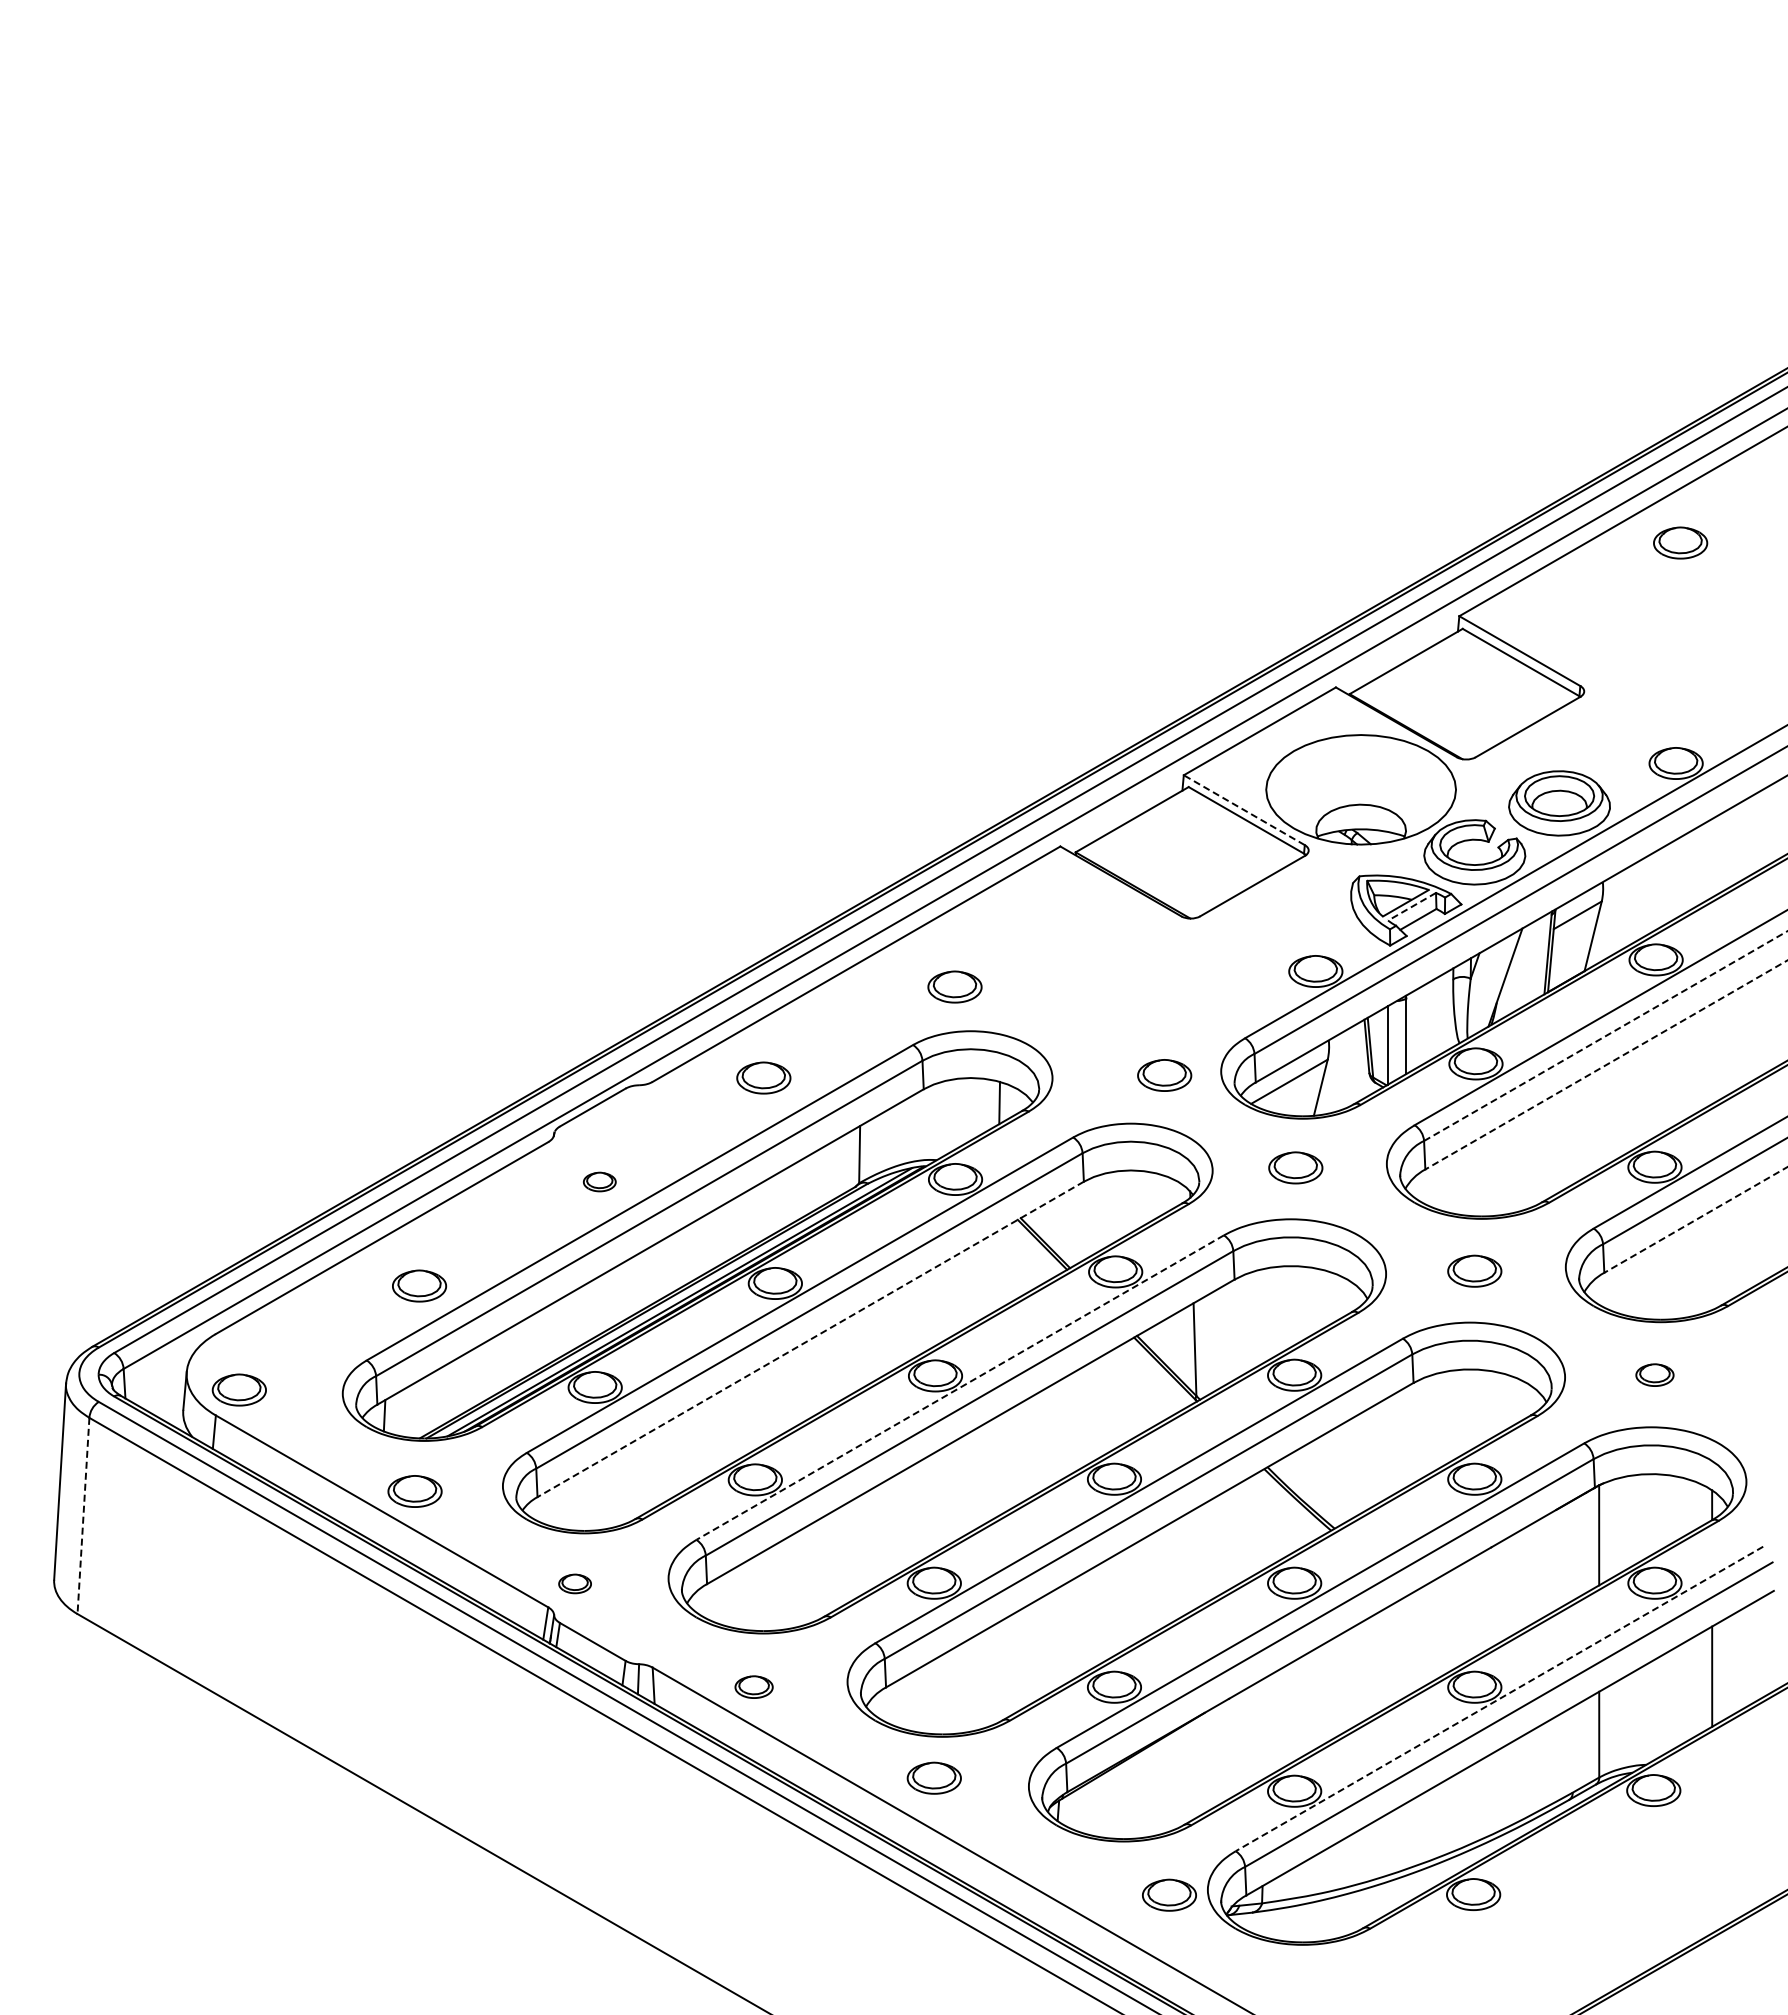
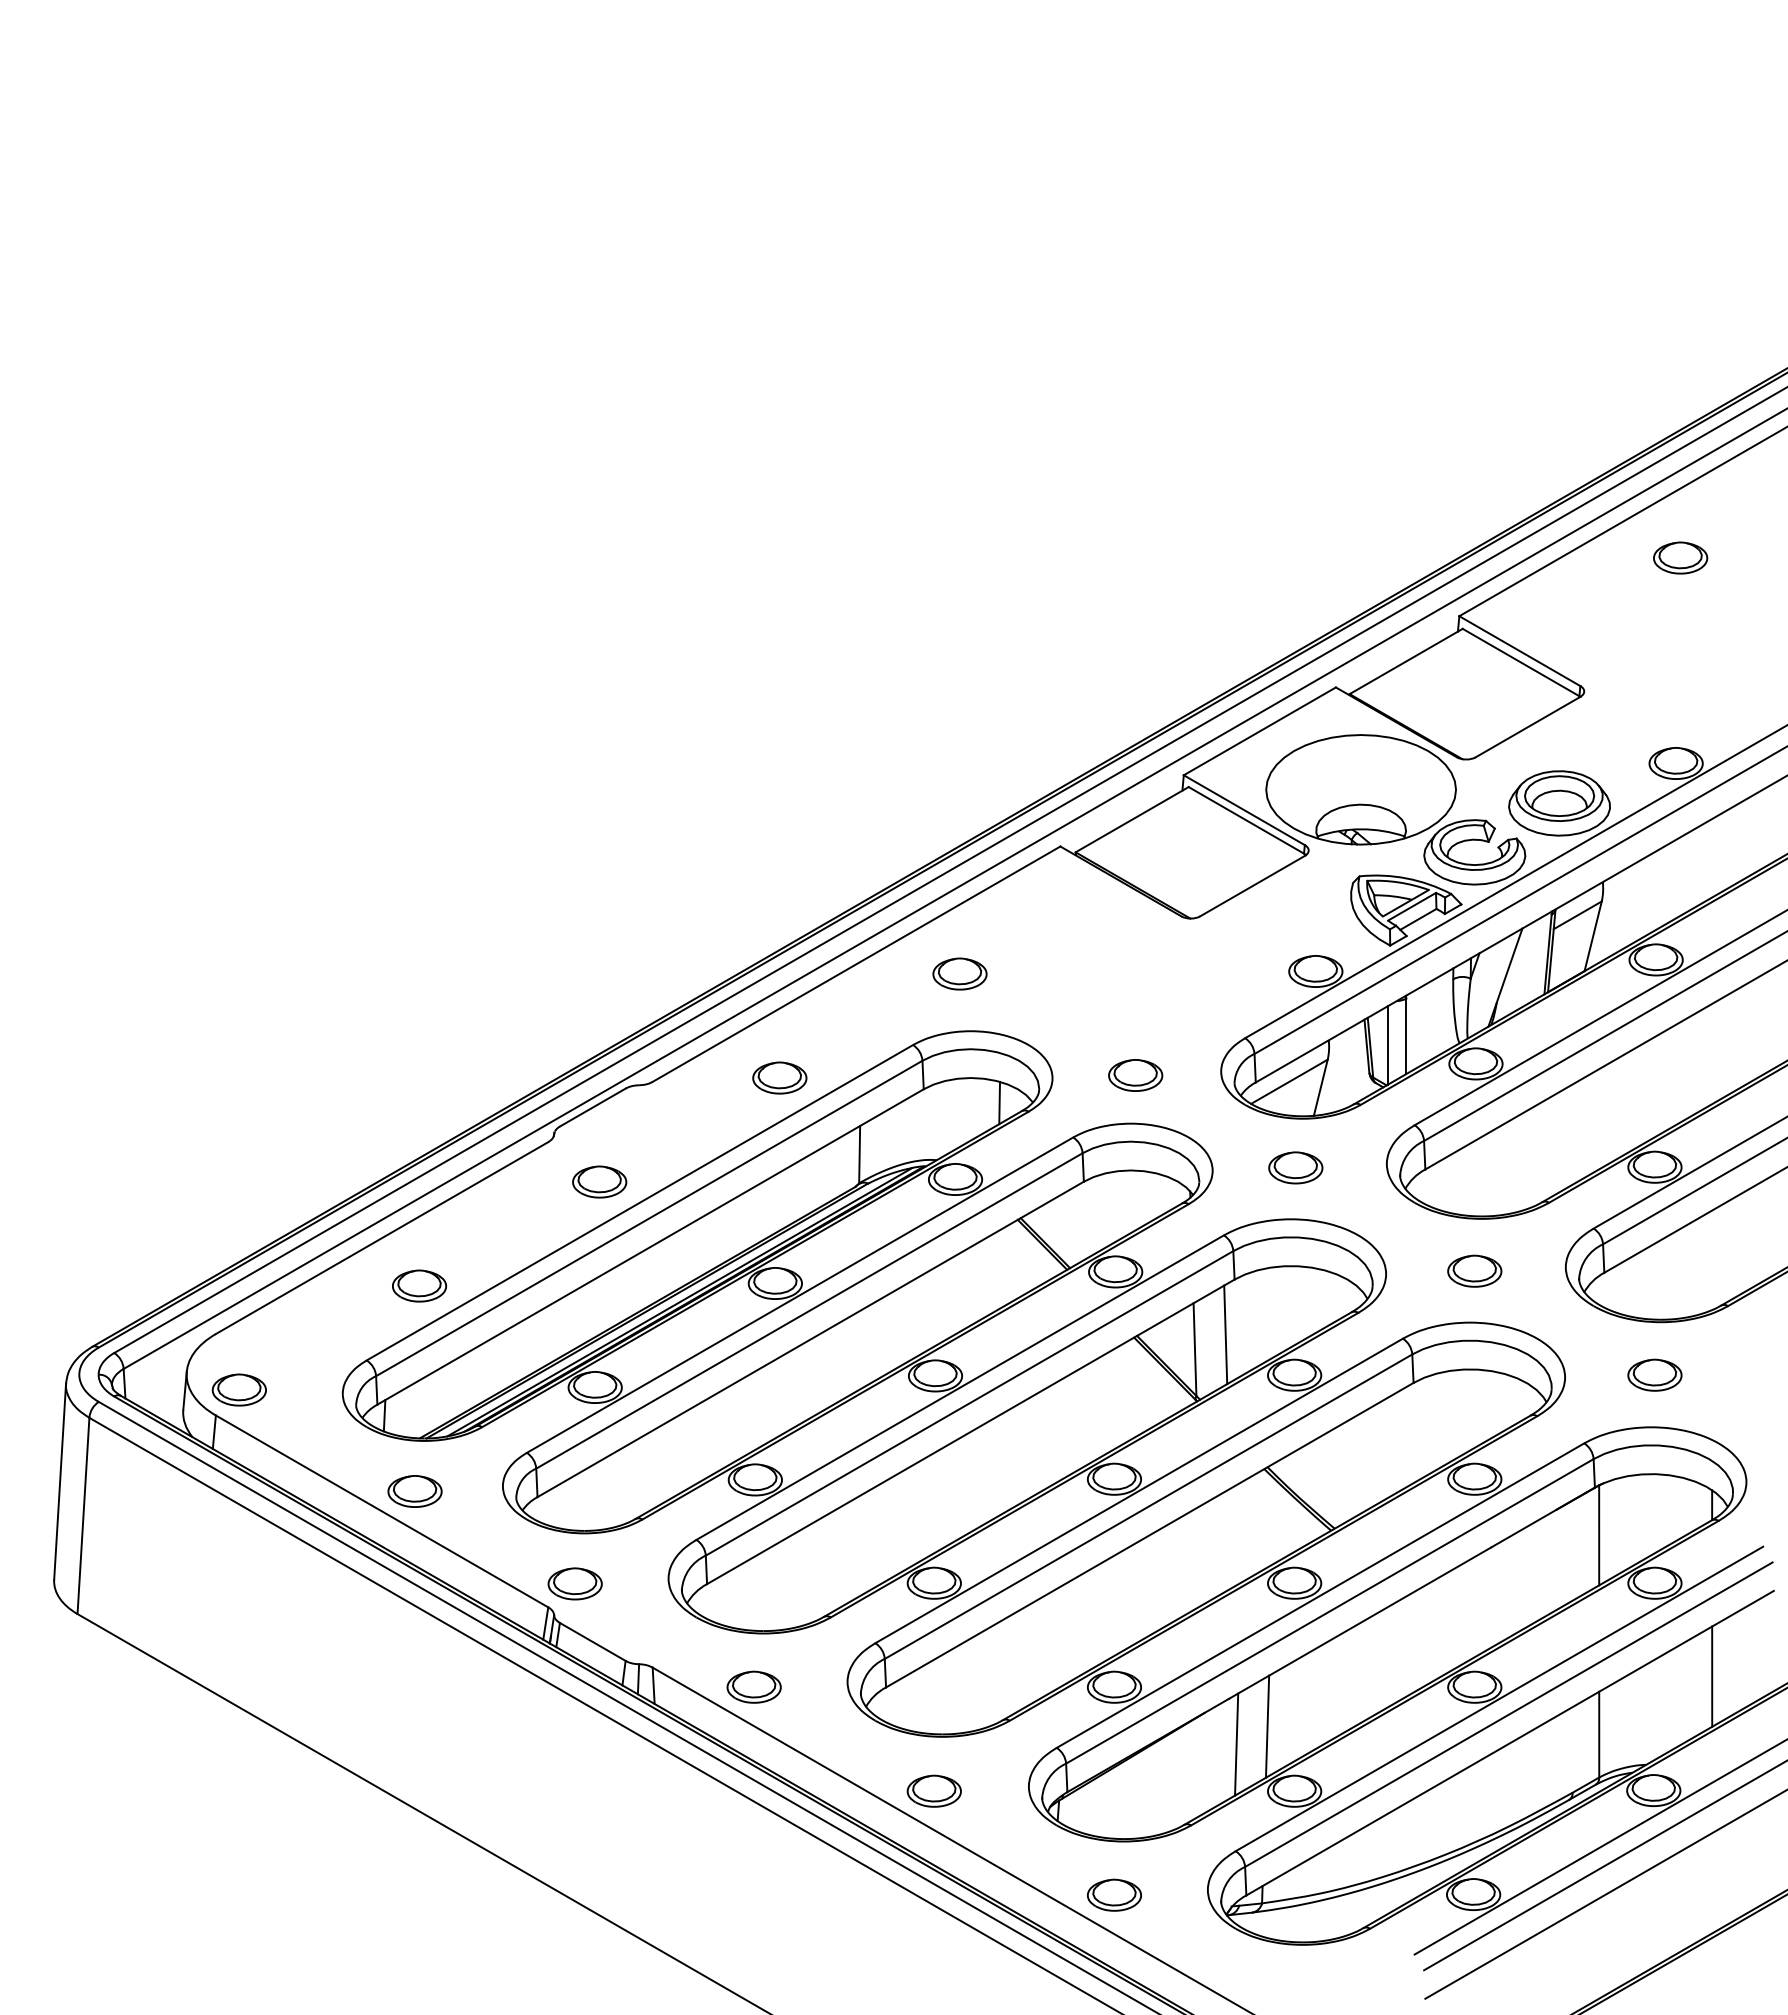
part at (1680, 542) position: (1680, 542) -> (1680, 557)
line at (1244, 810): dashed -> solid
line at (1412, 906): dashed -> solid
part at (954, 986) position: (954, 986) -> (959, 973)
line at (1605, 1036): dashed -> solid
line at (1606, 1065): dashed -> solid
part at (1164, 1075) position: (1164, 1075) -> (1135, 1075)
part at (763, 1077) position: (763, 1077) -> (779, 1077)
part at (599, 1181) size: 34x22 px -> 56x34 px
line at (1695, 1219): dashed -> solid
line at (1225, 1334): none -> present
line at (810, 1339): dashed -> solid
part at (1654, 1374) size: 40x24 px -> 56x34 px
line at (960, 1387): dashed -> solid
line at (83, 1516): dashed -> solid
part at (574, 1583) size: 34x22 px -> 56x34 px
part at (753, 1686) size: 40x24 px -> 56x34 px
line at (1499, 1698): dashed -> solid
line at (1267, 1726): none -> present
line at (1236, 1744): none -> present
part at (933, 1777) position: (933, 1777) -> (933, 1790)
line at (1599, 1847): none -> present
line at (1604, 1866): none -> present
part at (1169, 1894) position: (1169, 1894) -> (1114, 1894)
line at (1604, 1894): none -> present
